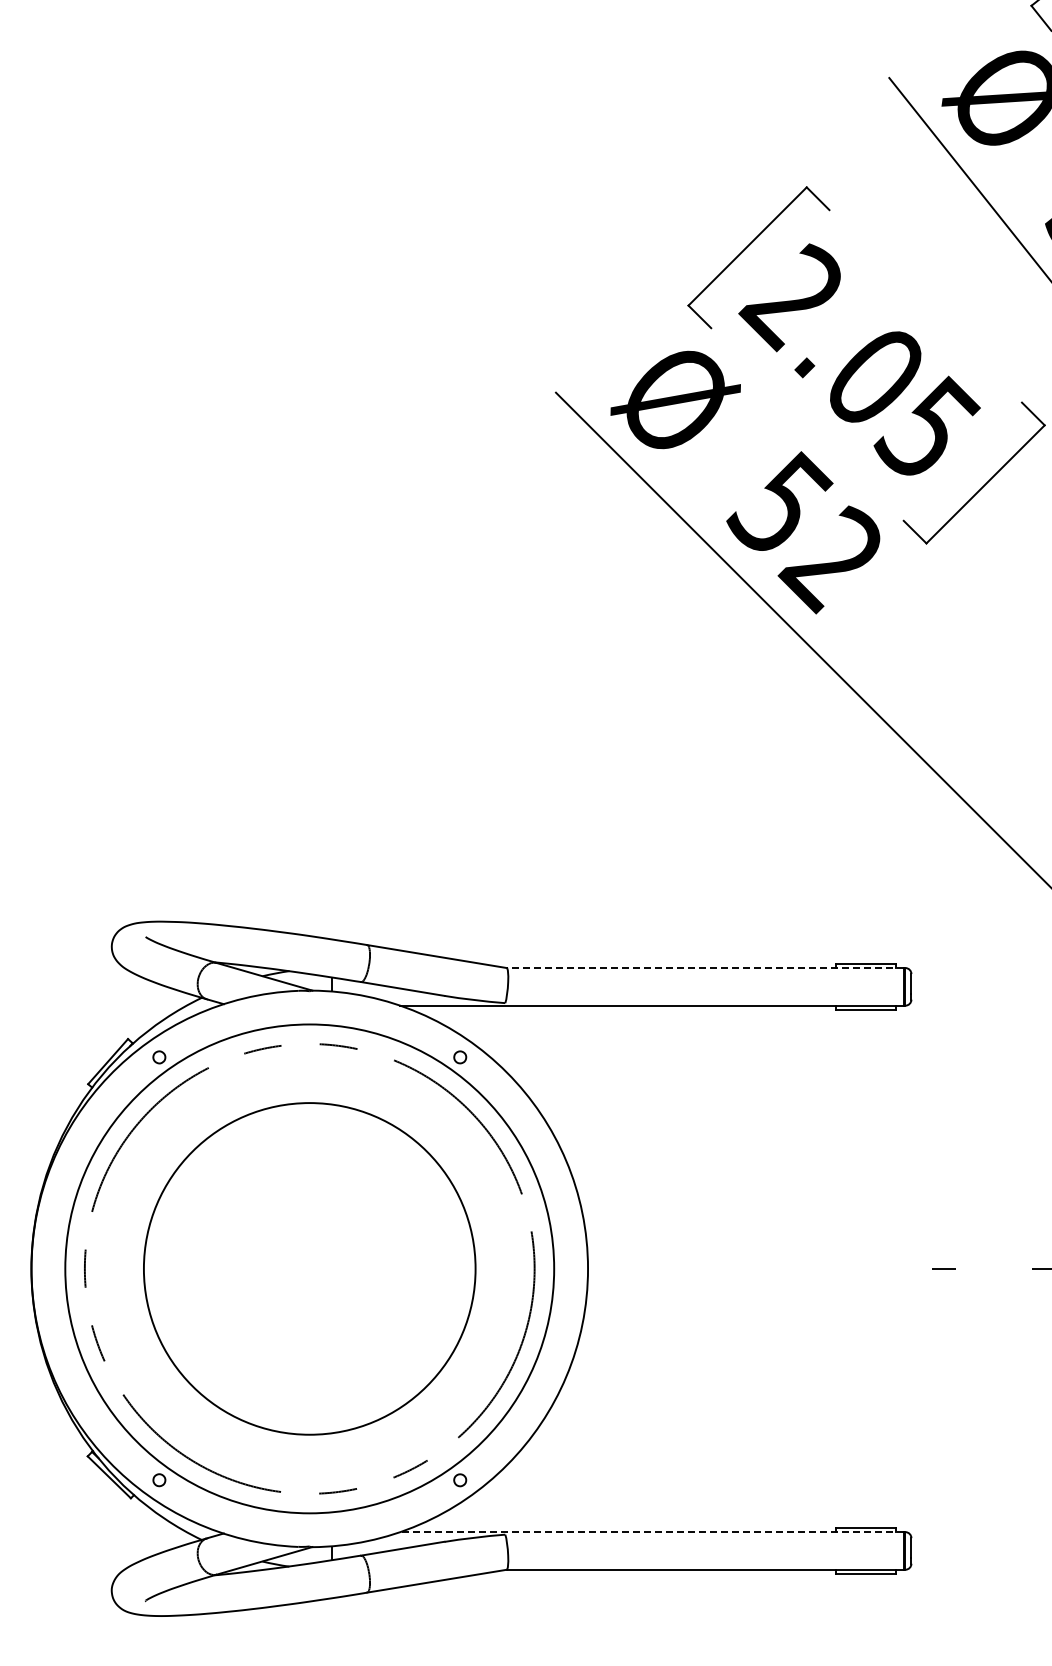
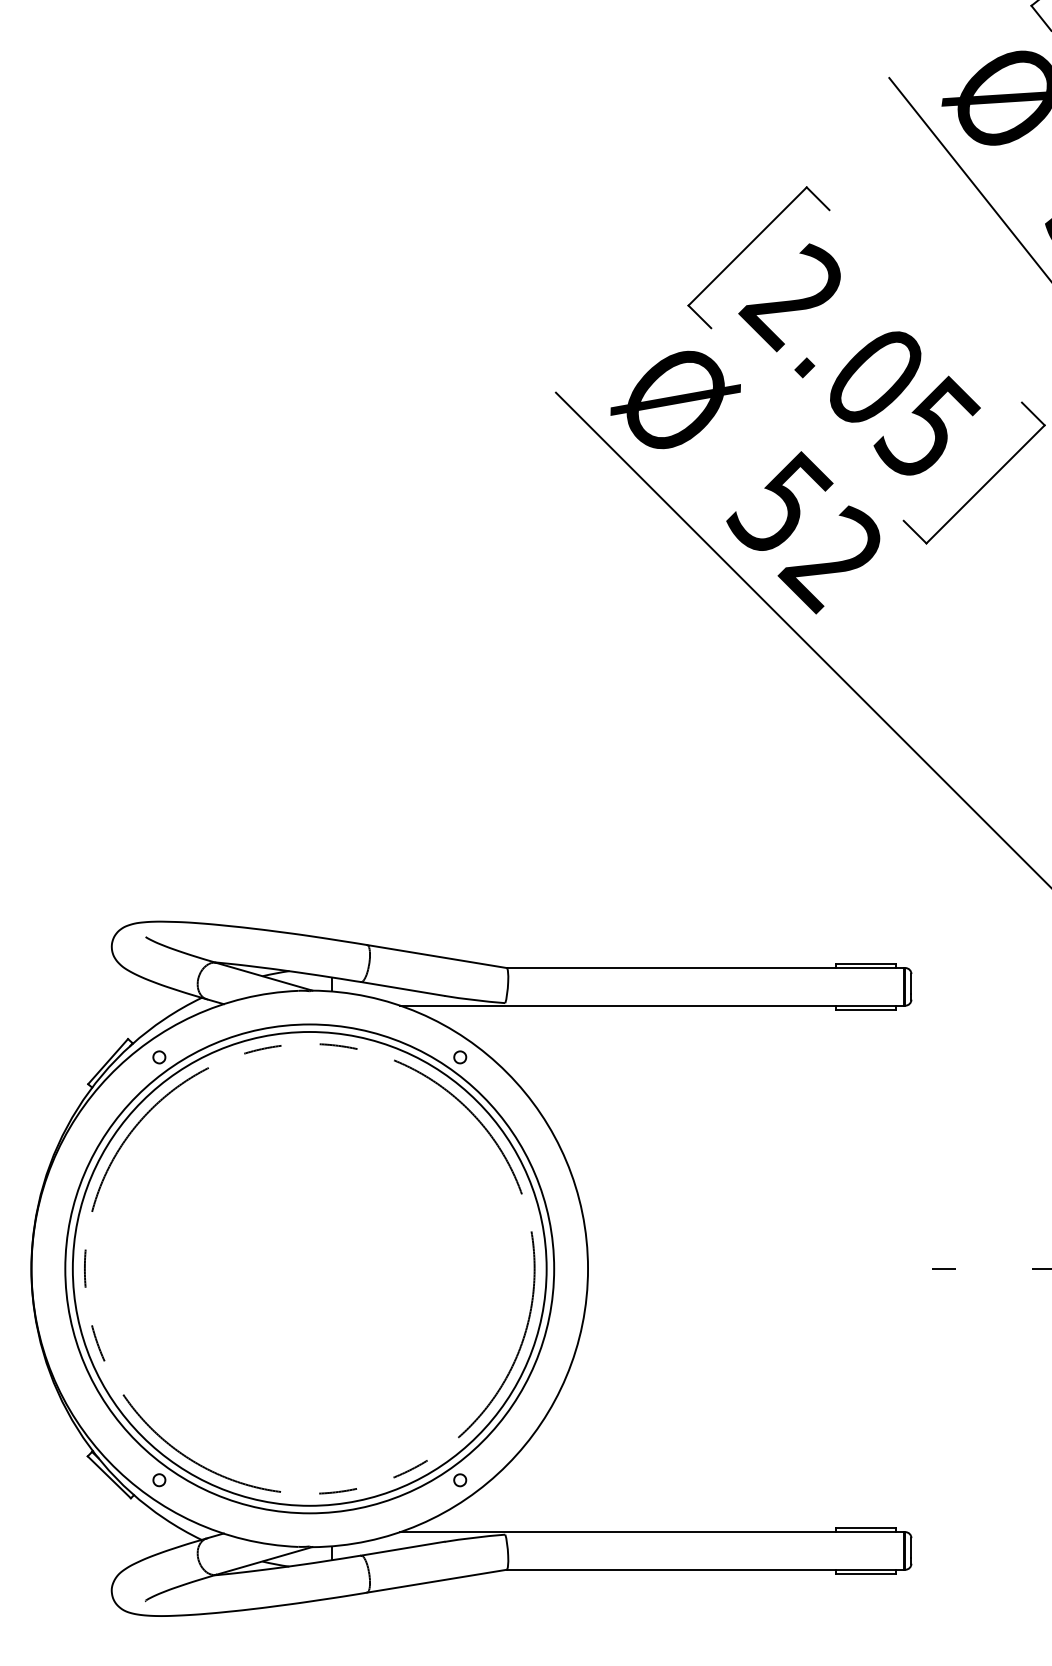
line at (704, 968): dashed -> solid
circle at (309, 1268) diameter: 332 px -> 474 px
line at (651, 1532): dashed -> solid
